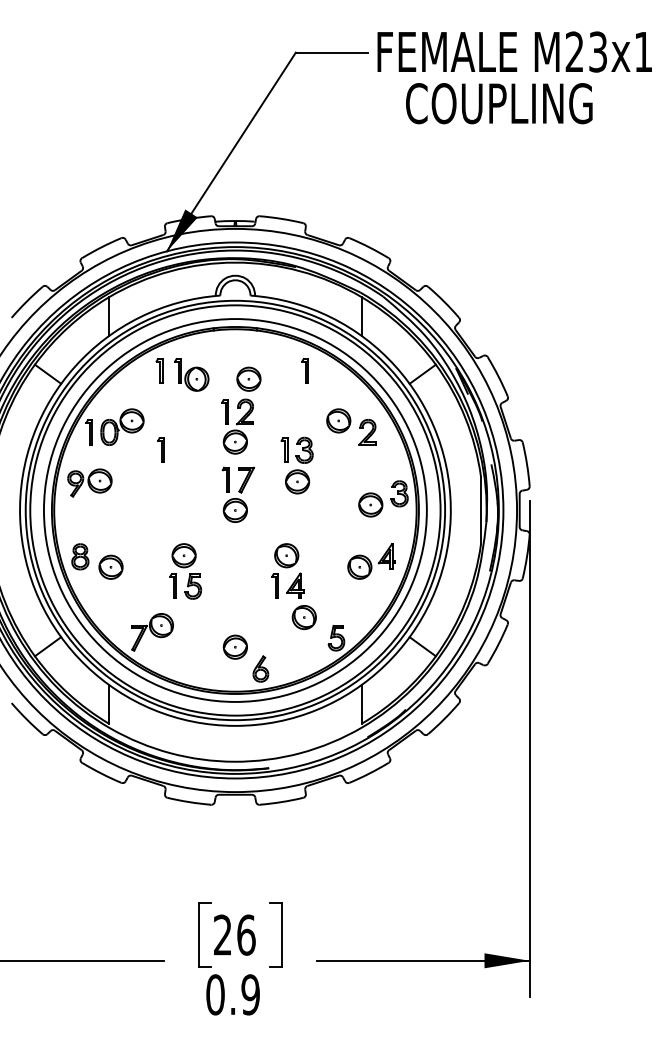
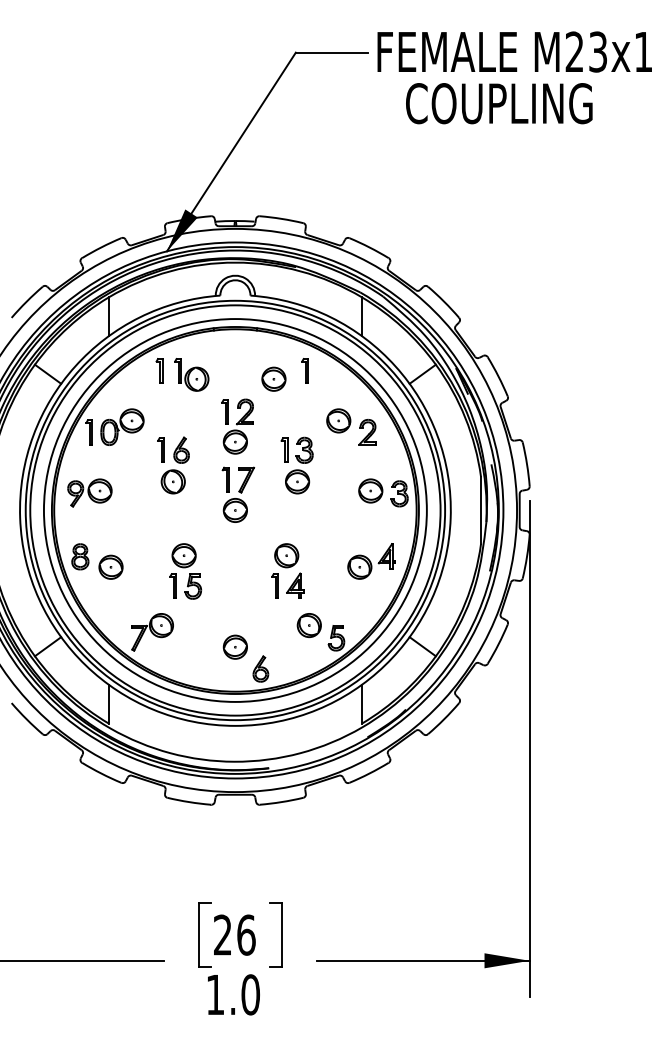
part at (248, 378) position: (248, 378) -> (273, 378)
part at (174, 465): none -> present
part at (89, 482) position: (89, 482) -> (89, 492)
part at (370, 504) position: (370, 504) -> (370, 490)
part at (303, 617) position: (303, 617) -> (308, 625)
text at (232, 994): 0.9 -> 1.0
